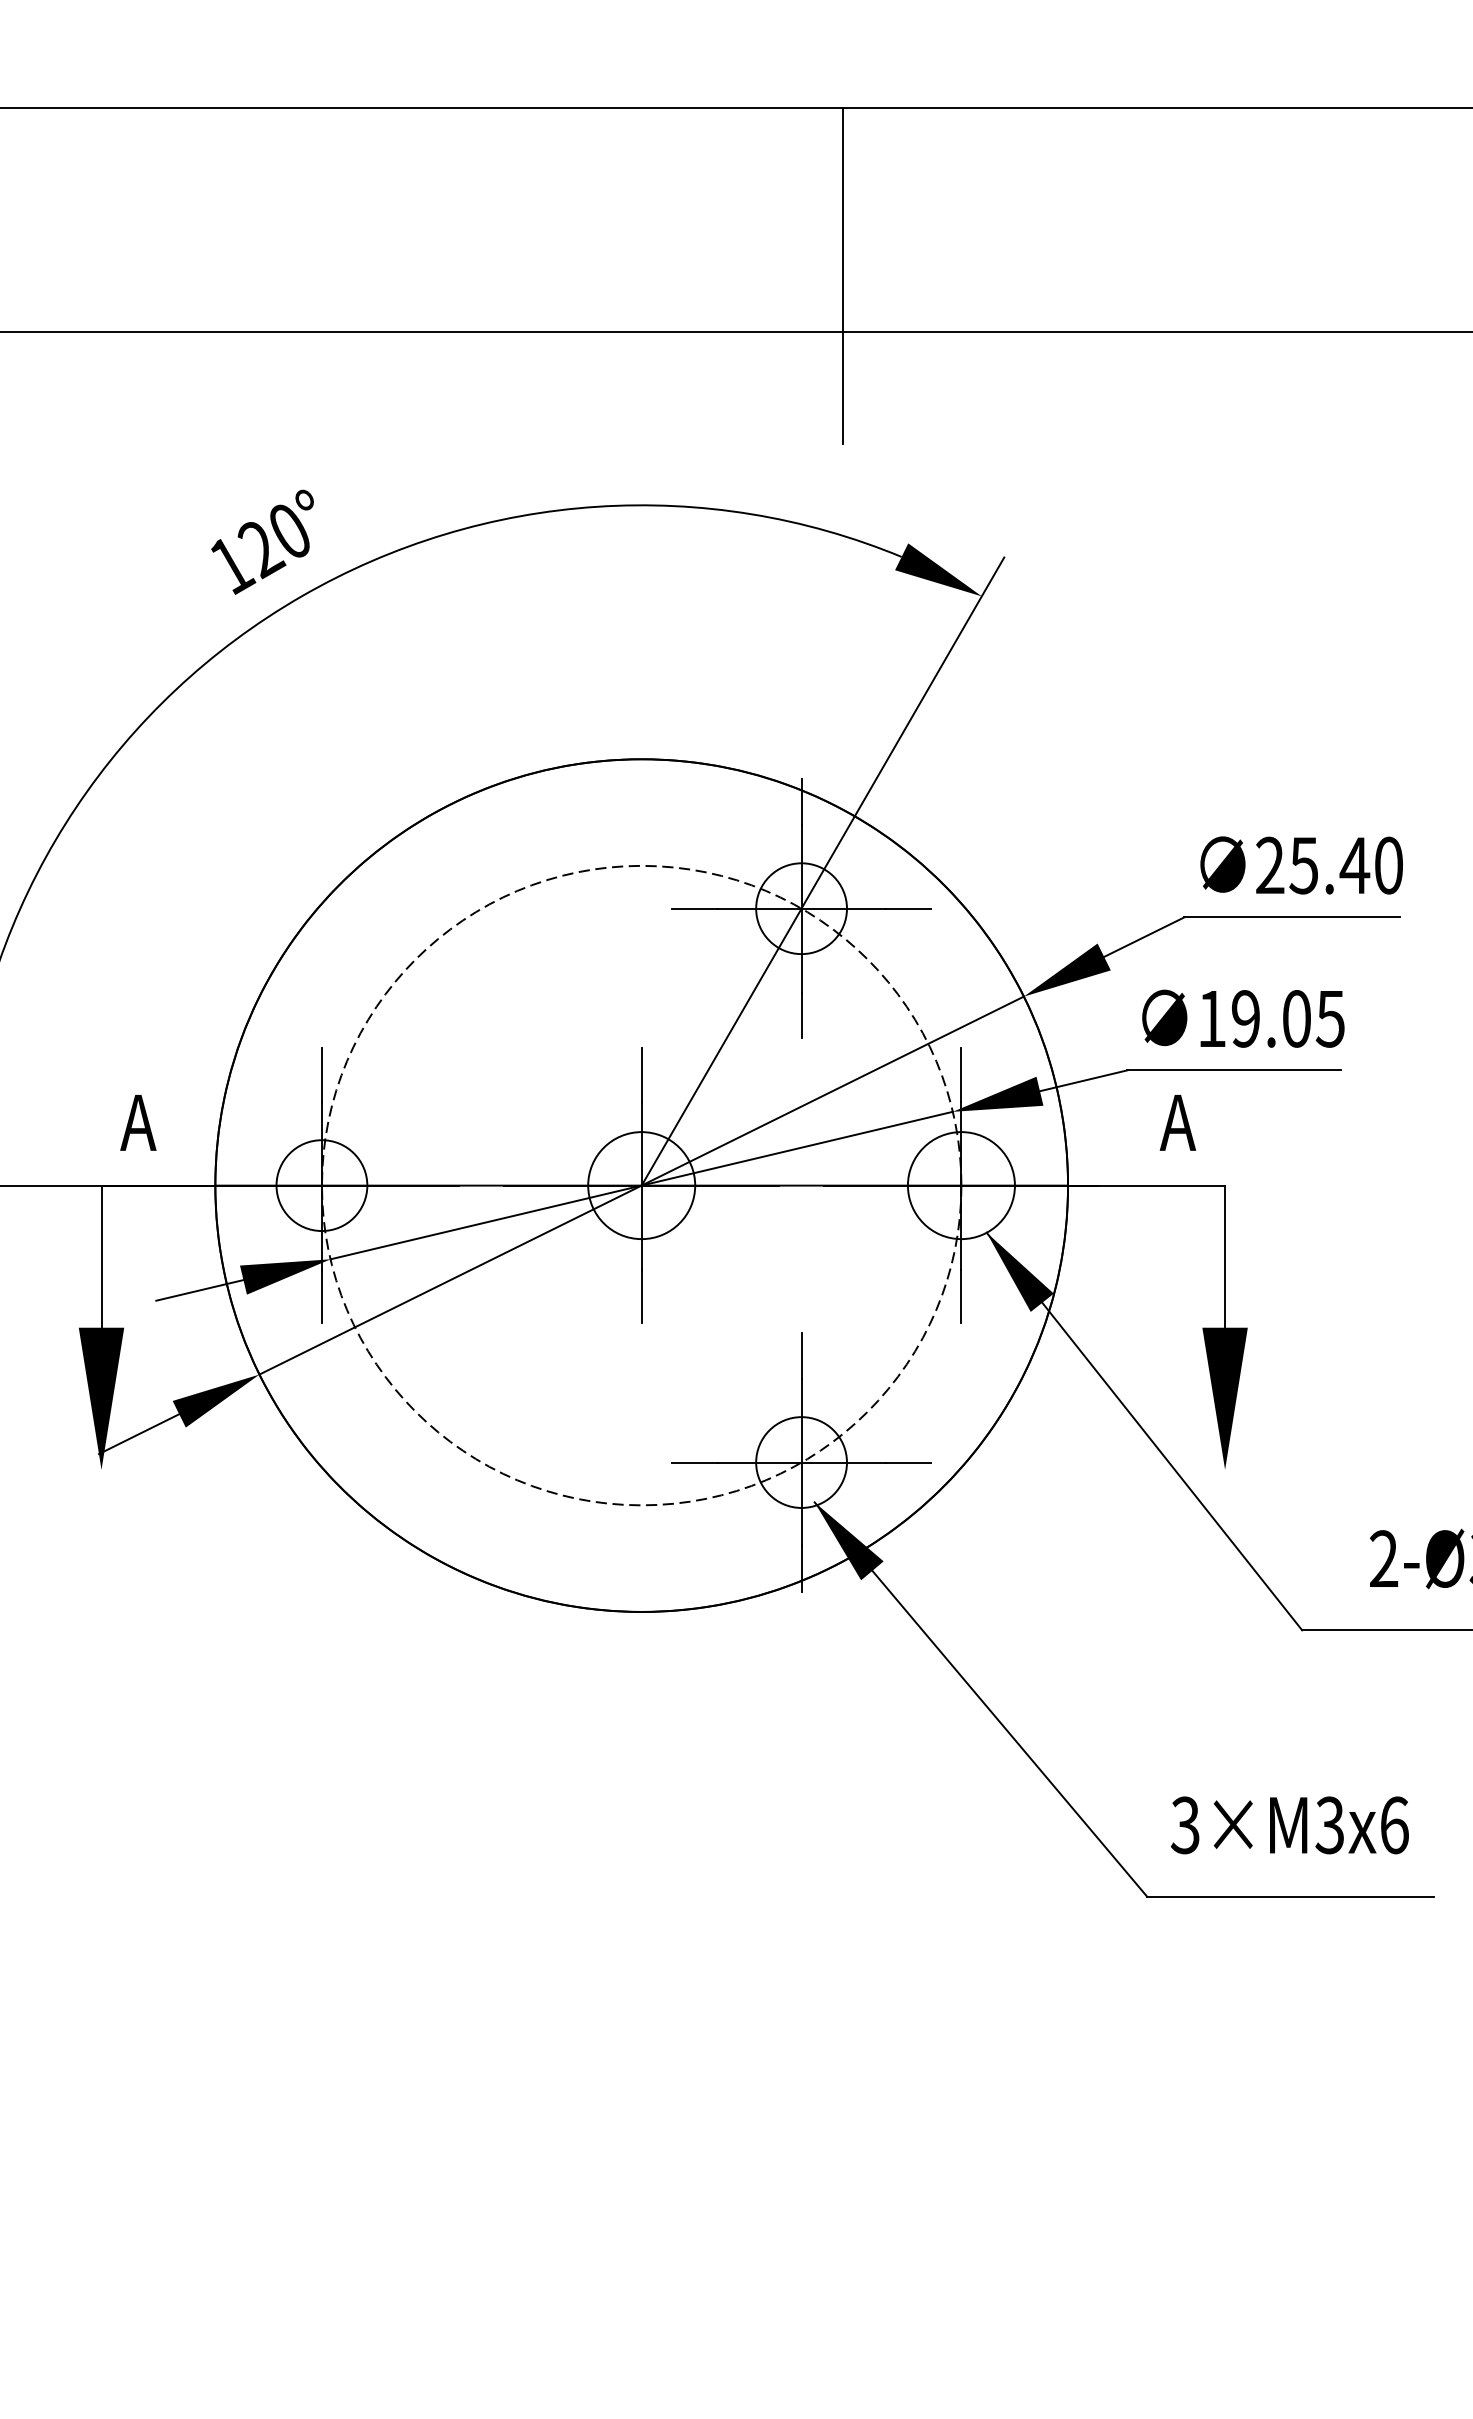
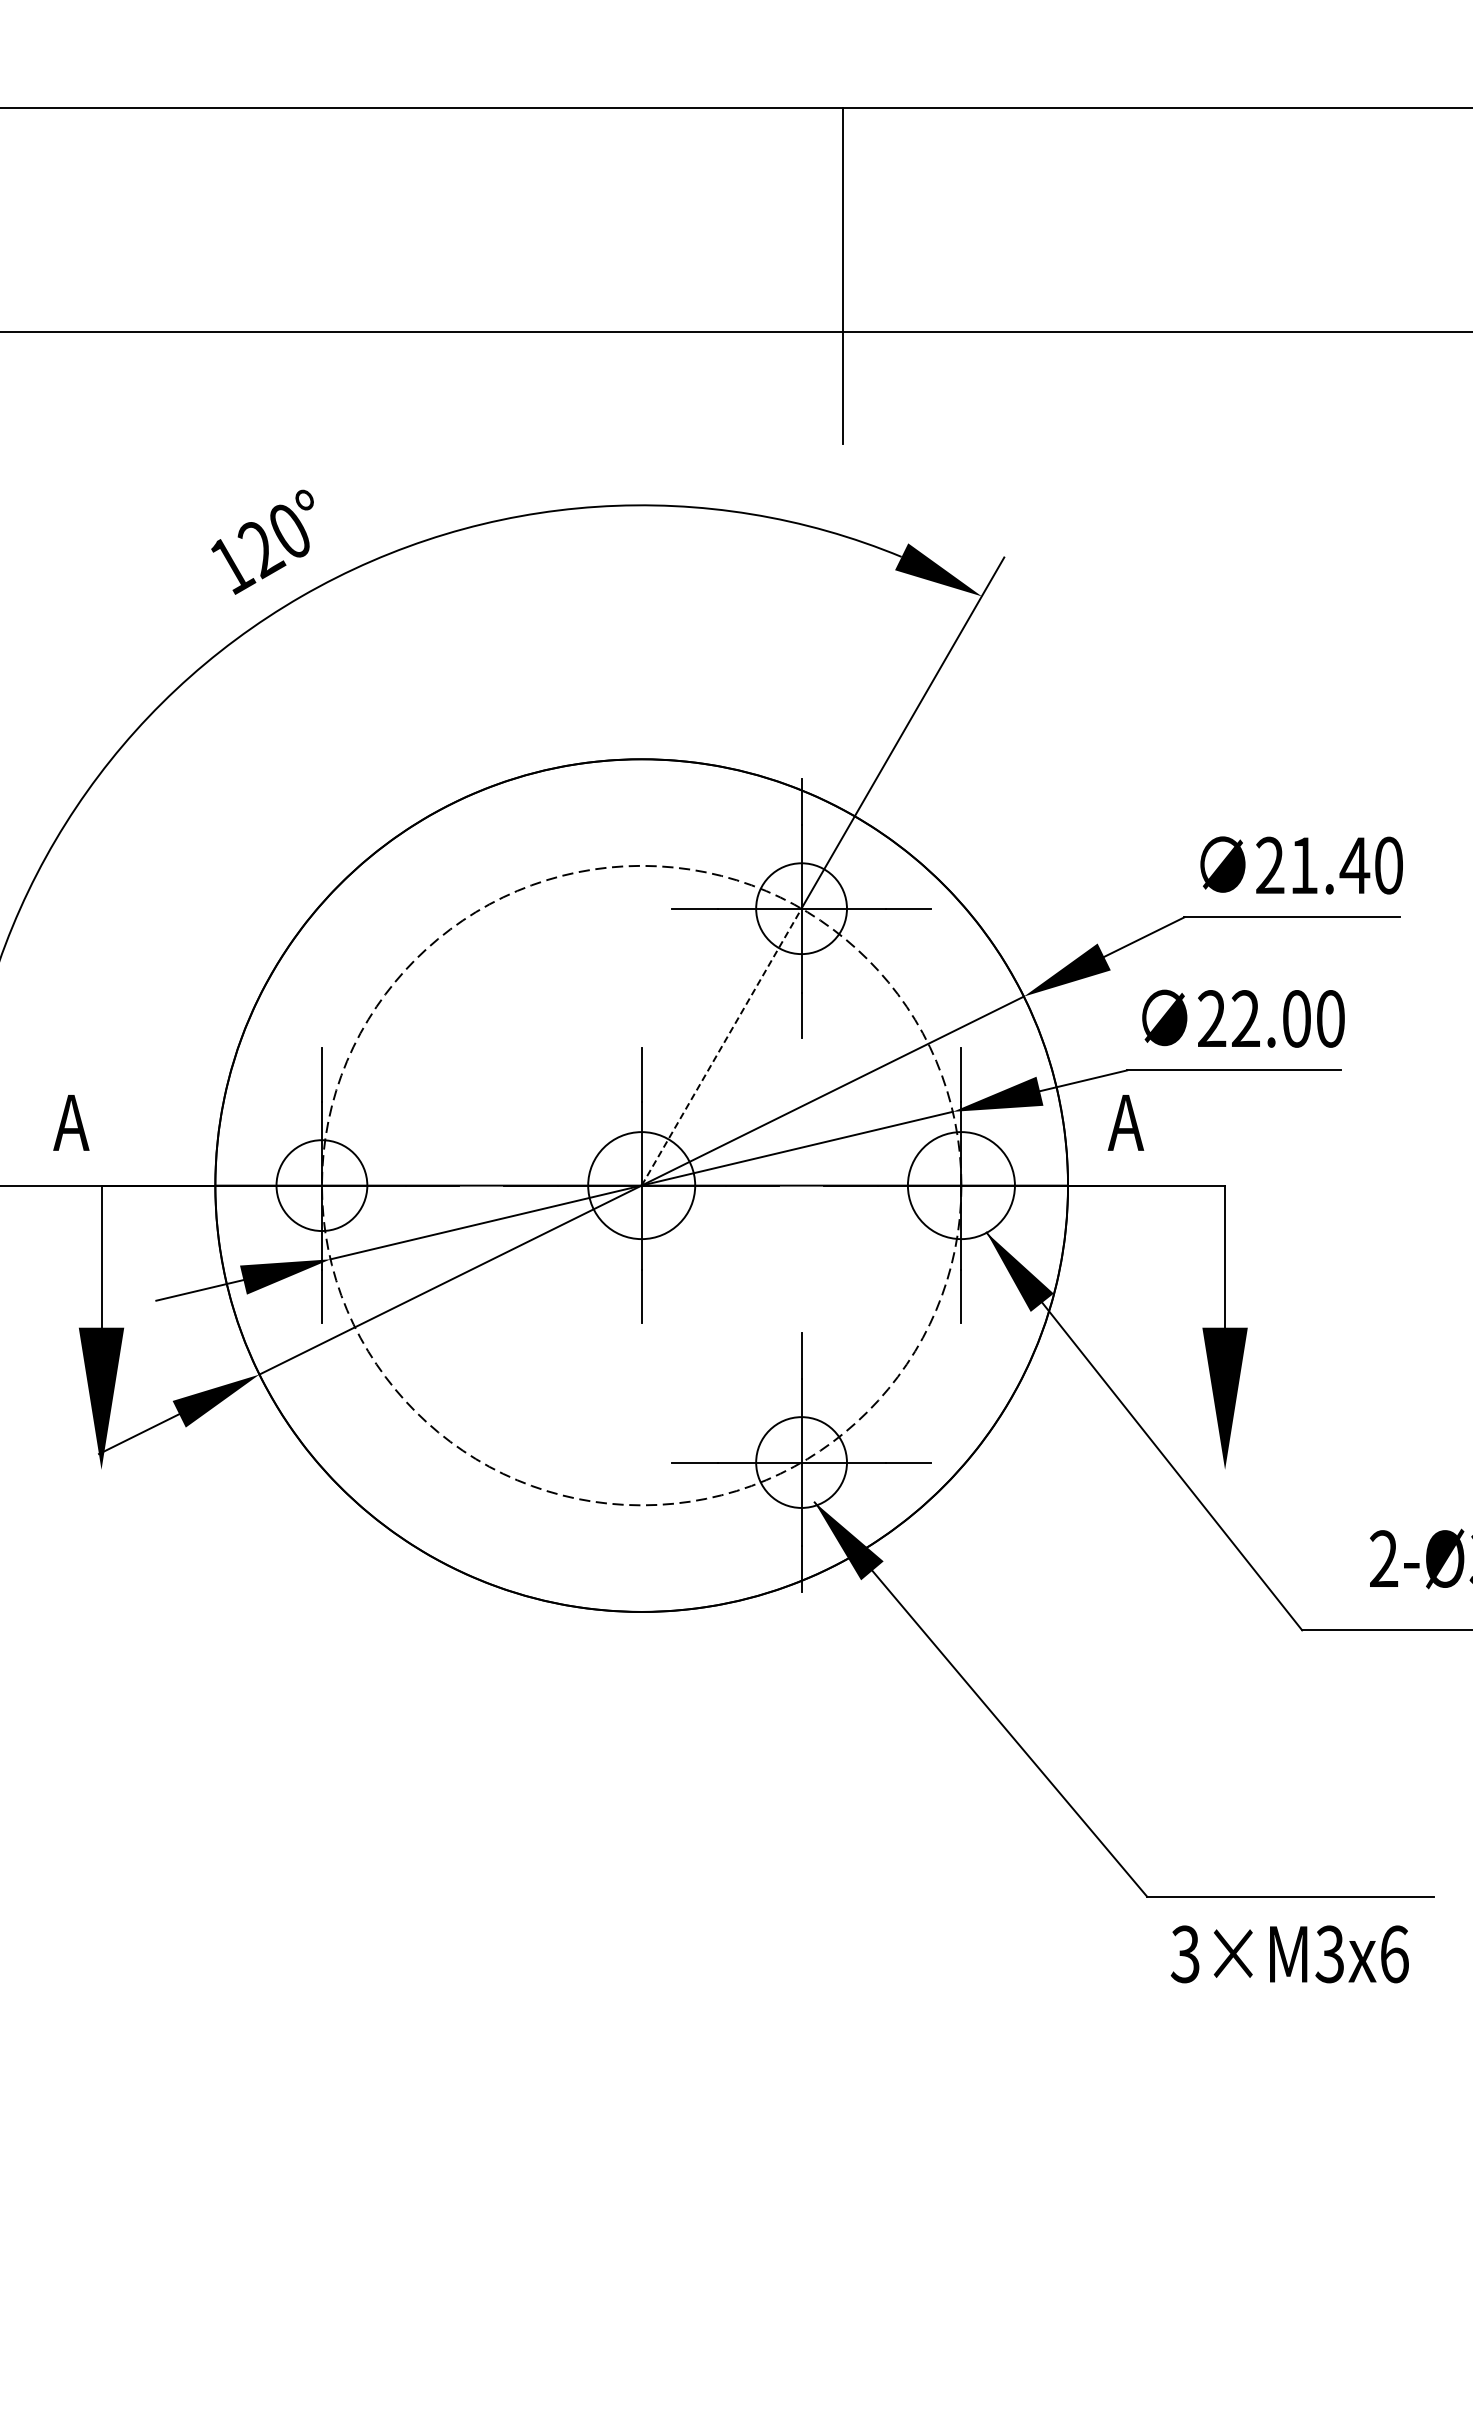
text at (1303, 865): 25.40 -> 21.40
text at (1271, 1018): 19.05 -> 22.00
line at (721, 1047): solid -> dashed
text at (138, 1122) position: (138, 1122) -> (71, 1122)
text at (1177, 1122) position: (1177, 1122) -> (1125, 1122)
text at (1289, 1825) position: (1289, 1825) -> (1289, 1954)
